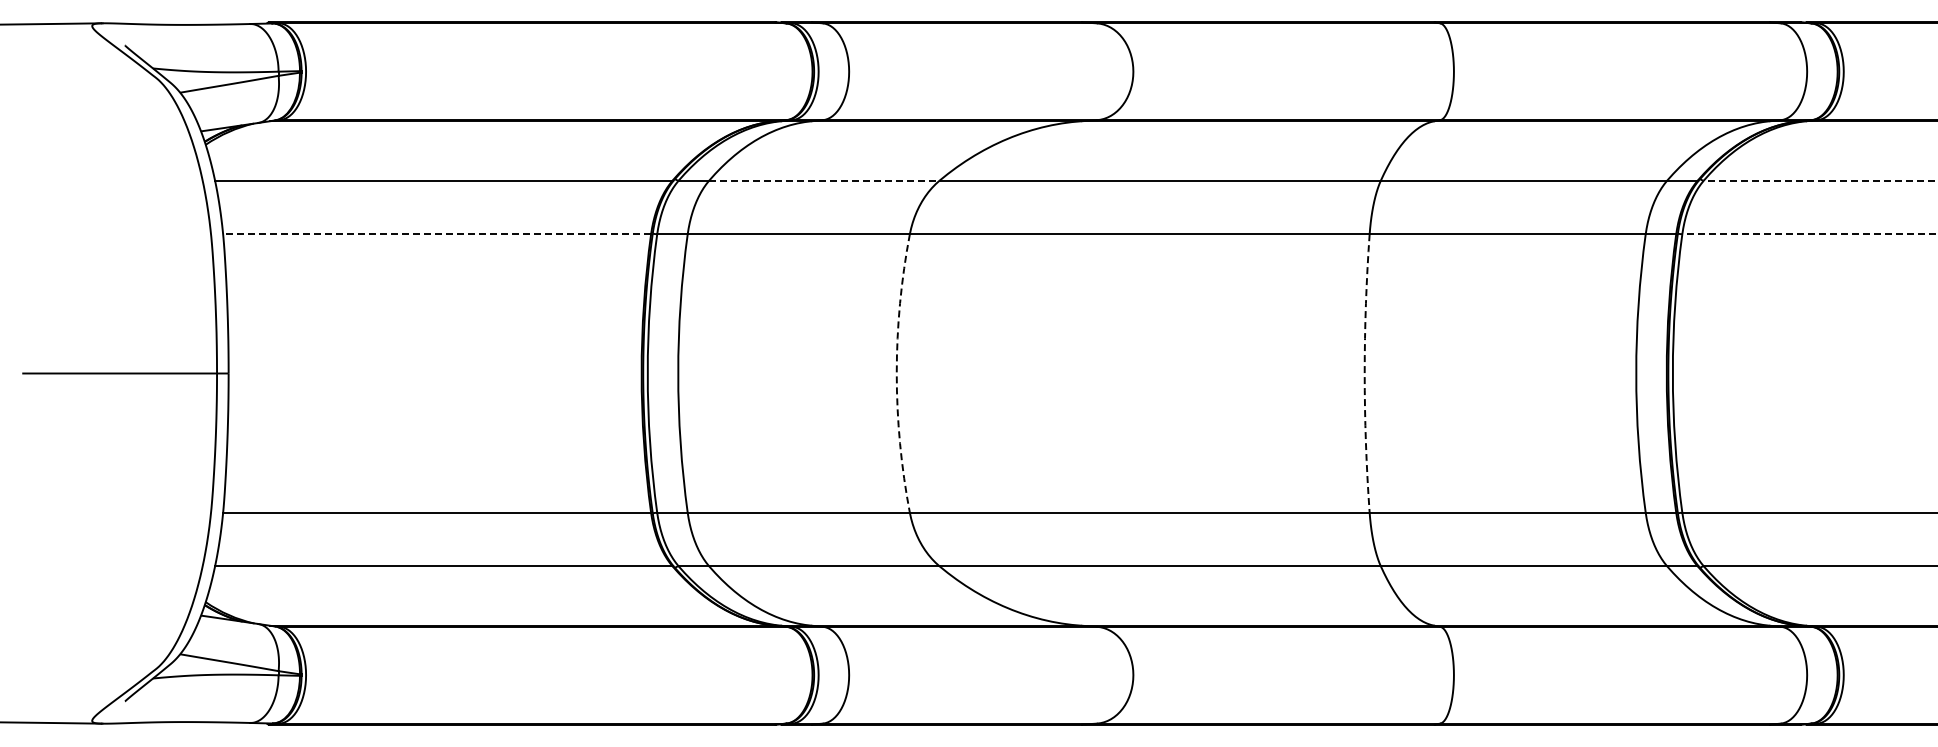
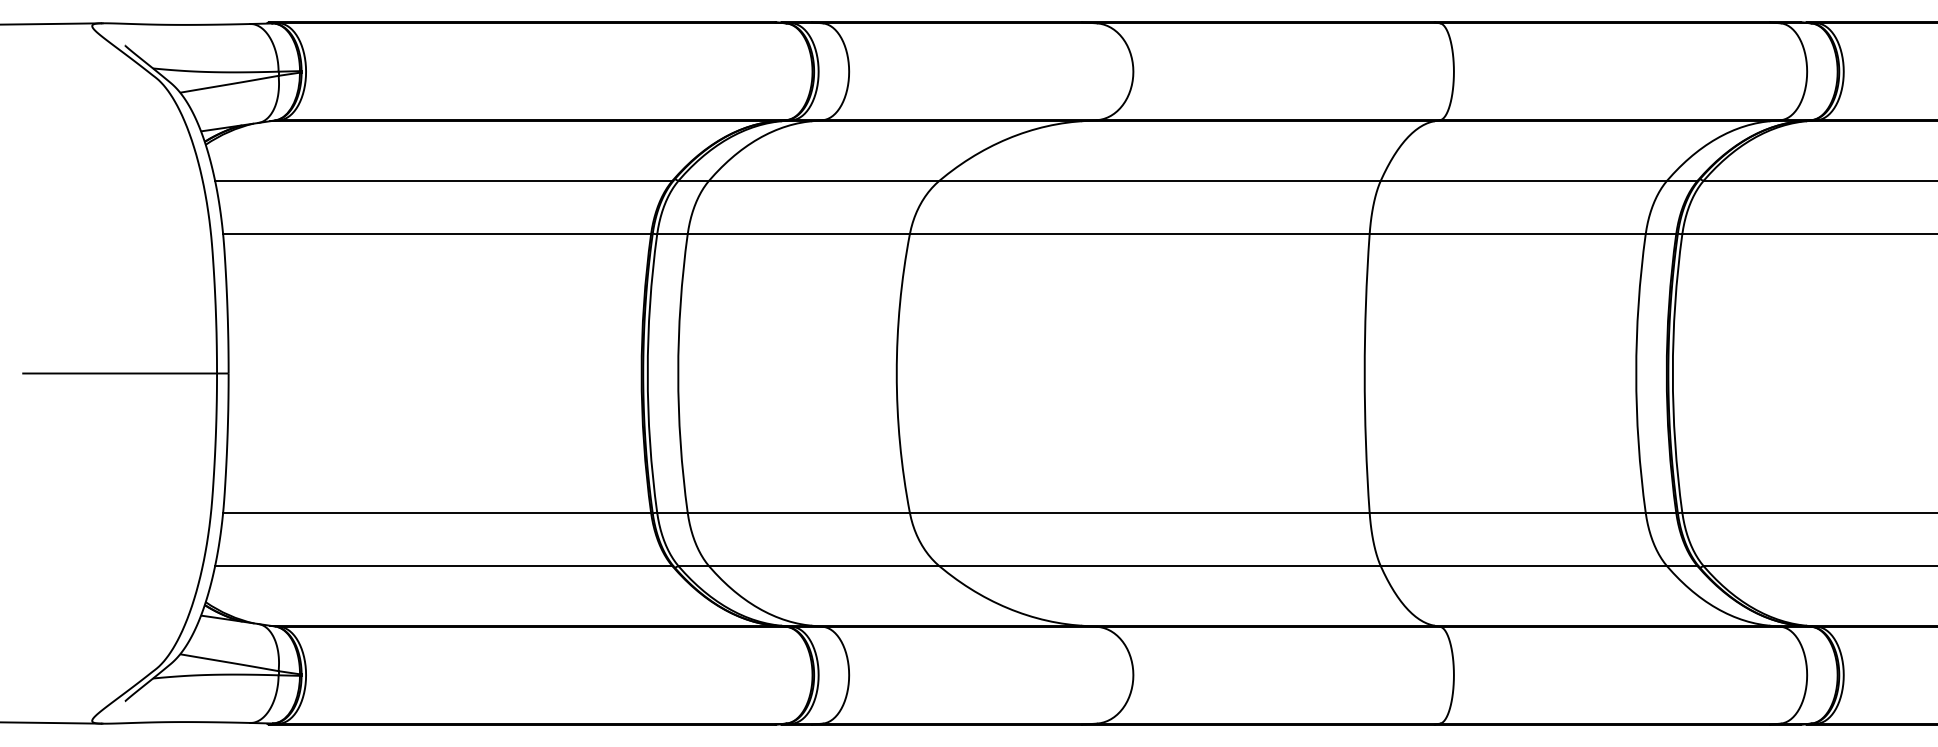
line at (824, 180): dashed -> solid
line at (1820, 180): dashed -> solid
line at (436, 234): dashed -> solid
line at (1809, 234): dashed -> solid
arc at (896, 373): dashed -> solid
arc at (1364, 373): dashed -> solid
